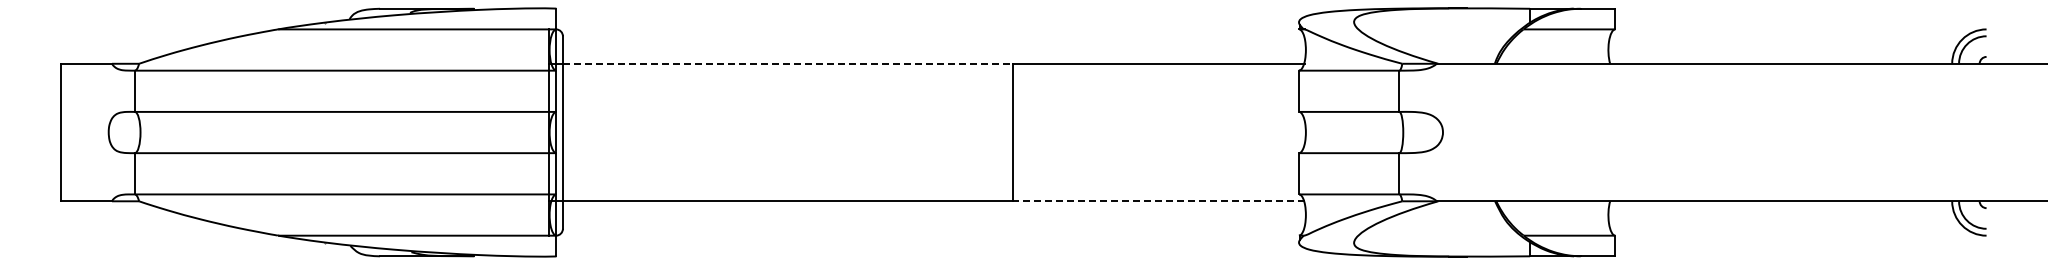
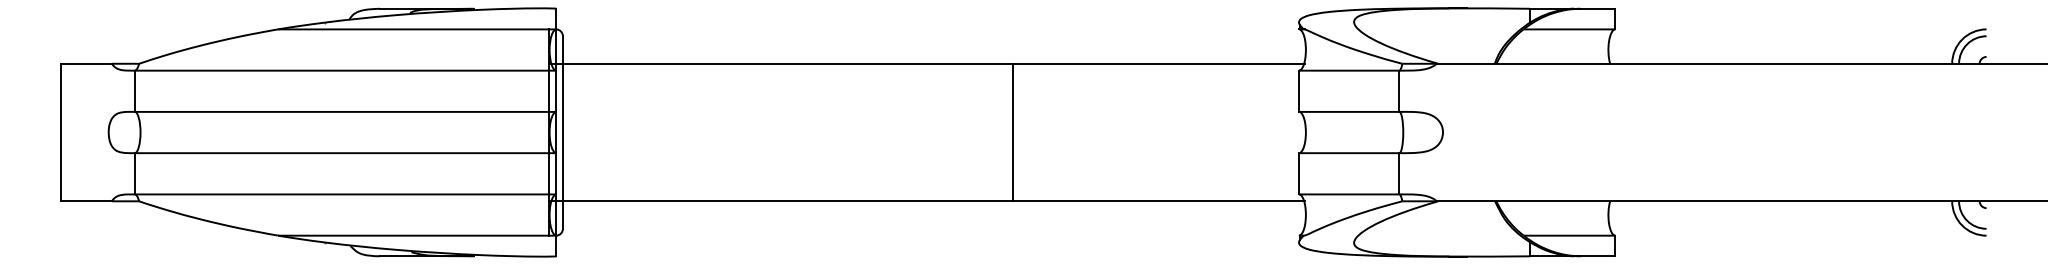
line at (788, 63): dashed -> solid
line at (1159, 201): dashed -> solid
